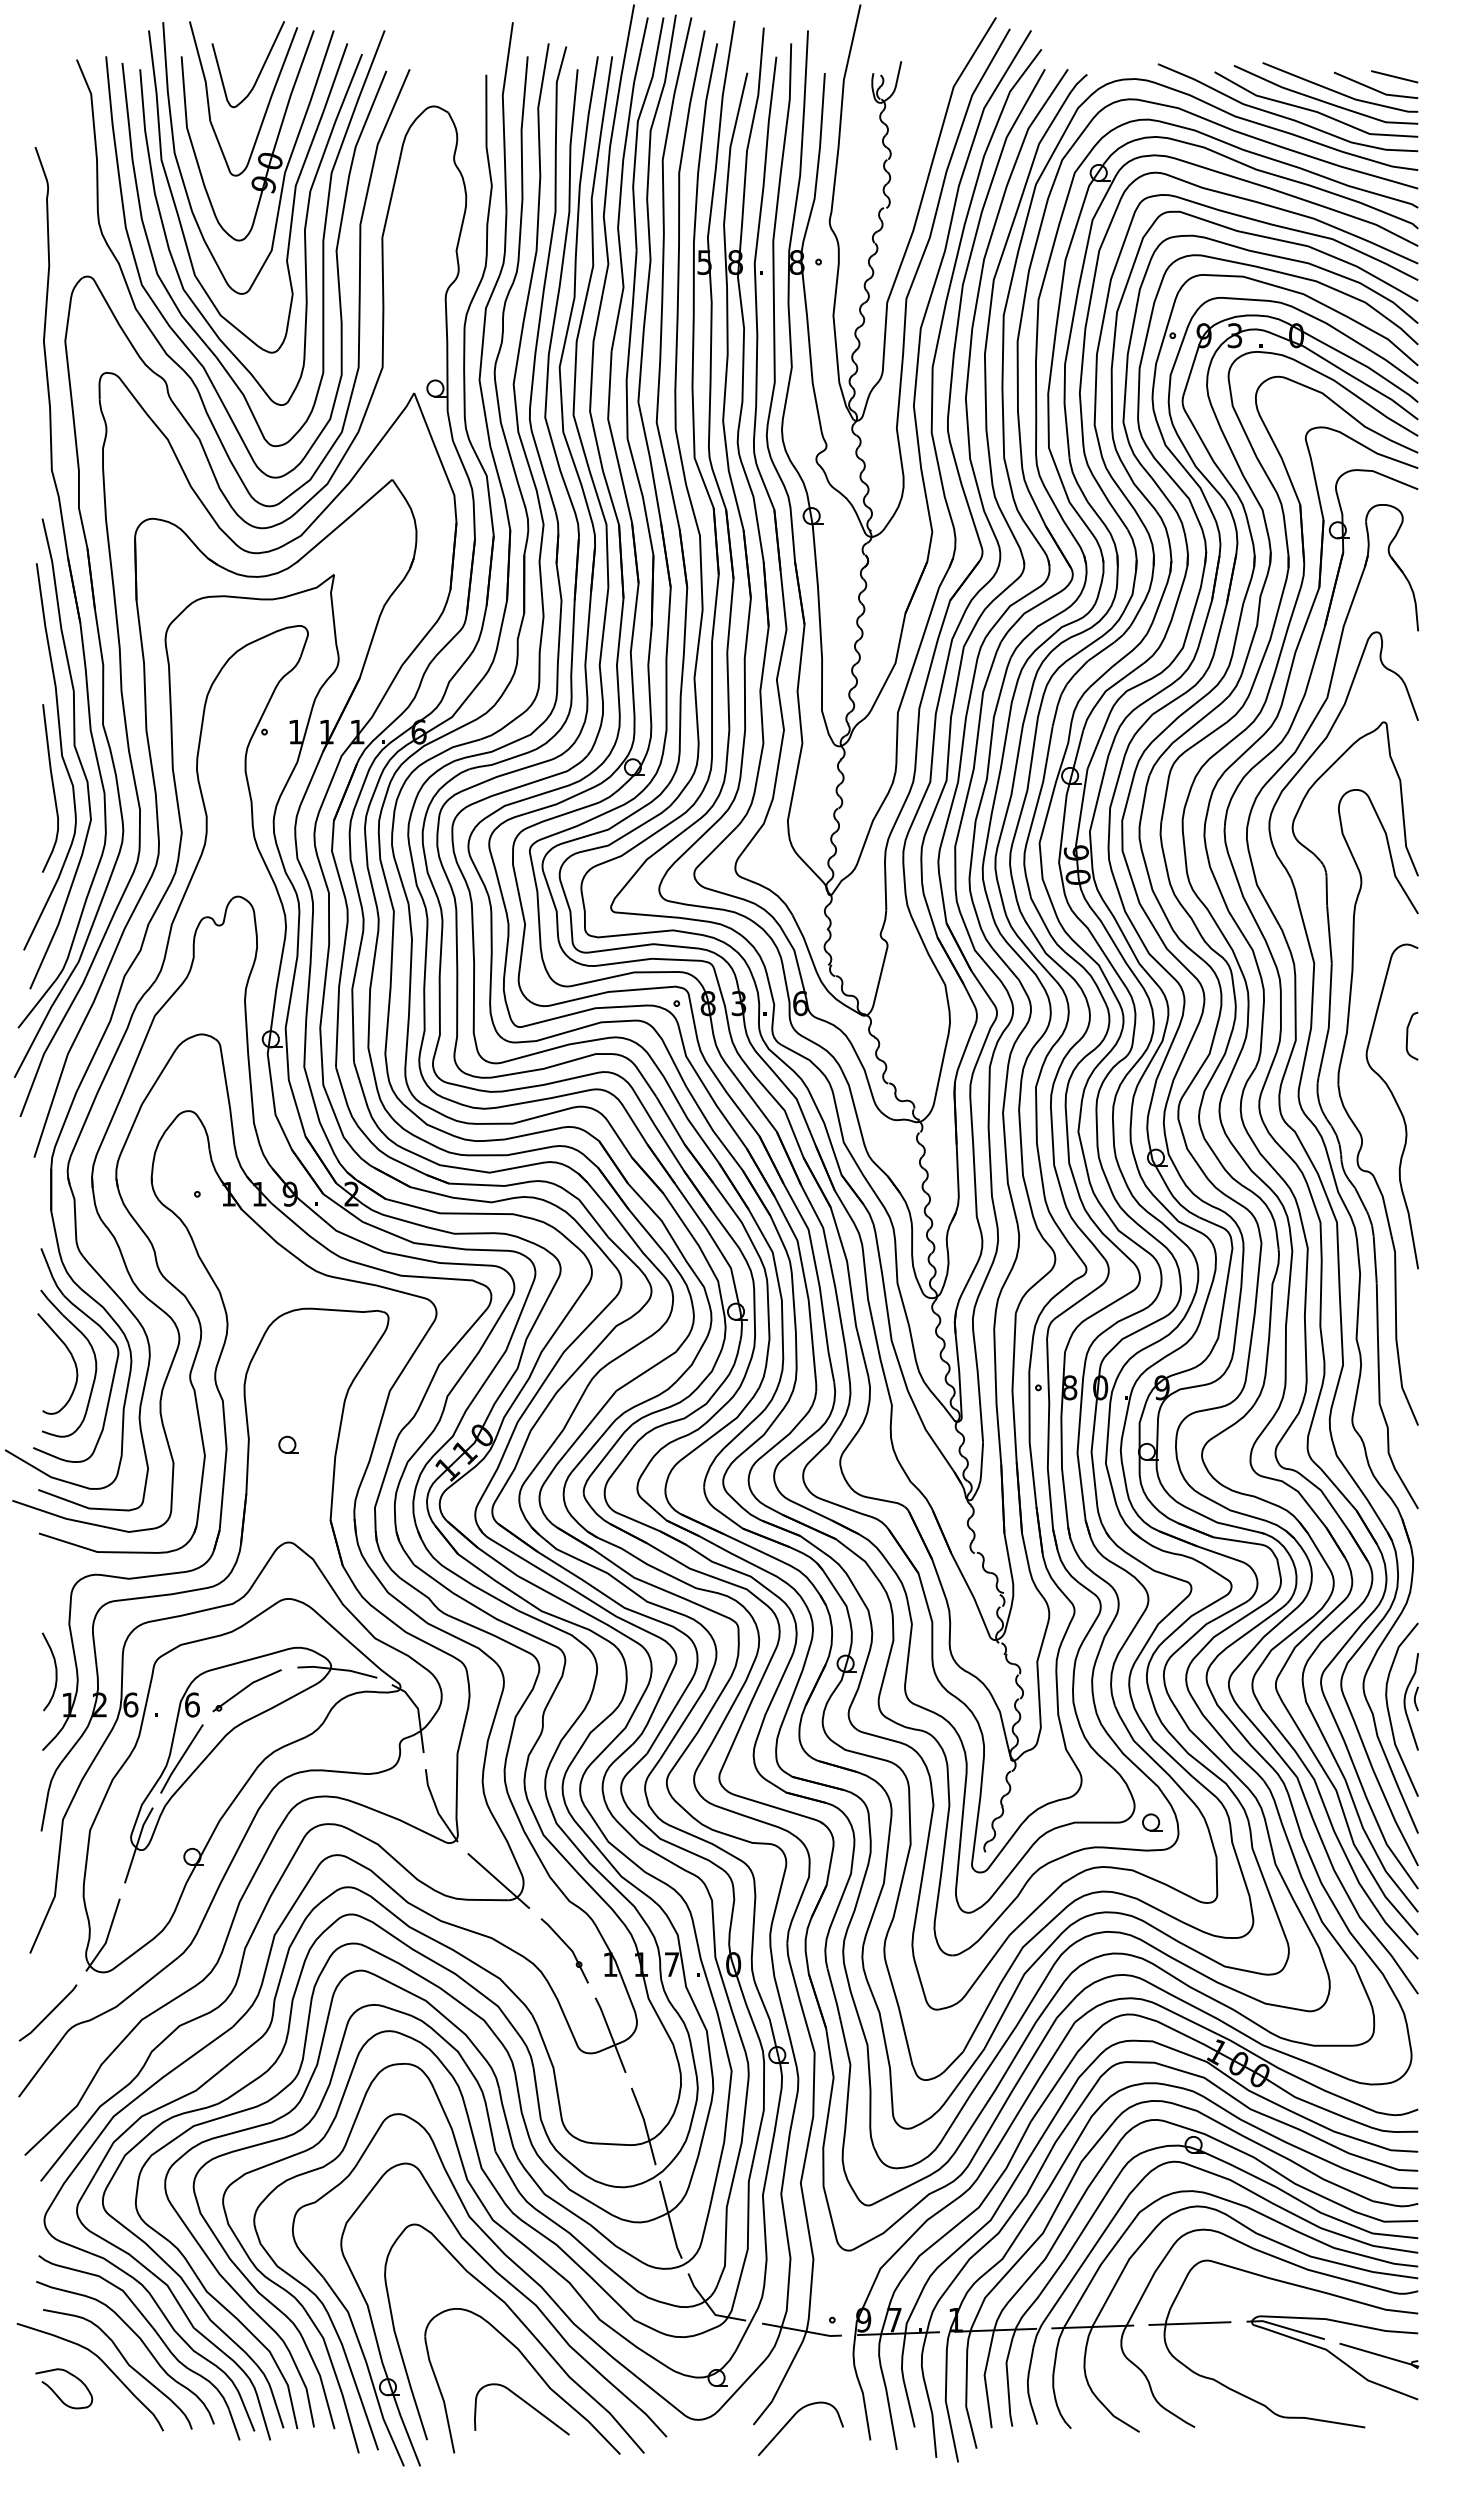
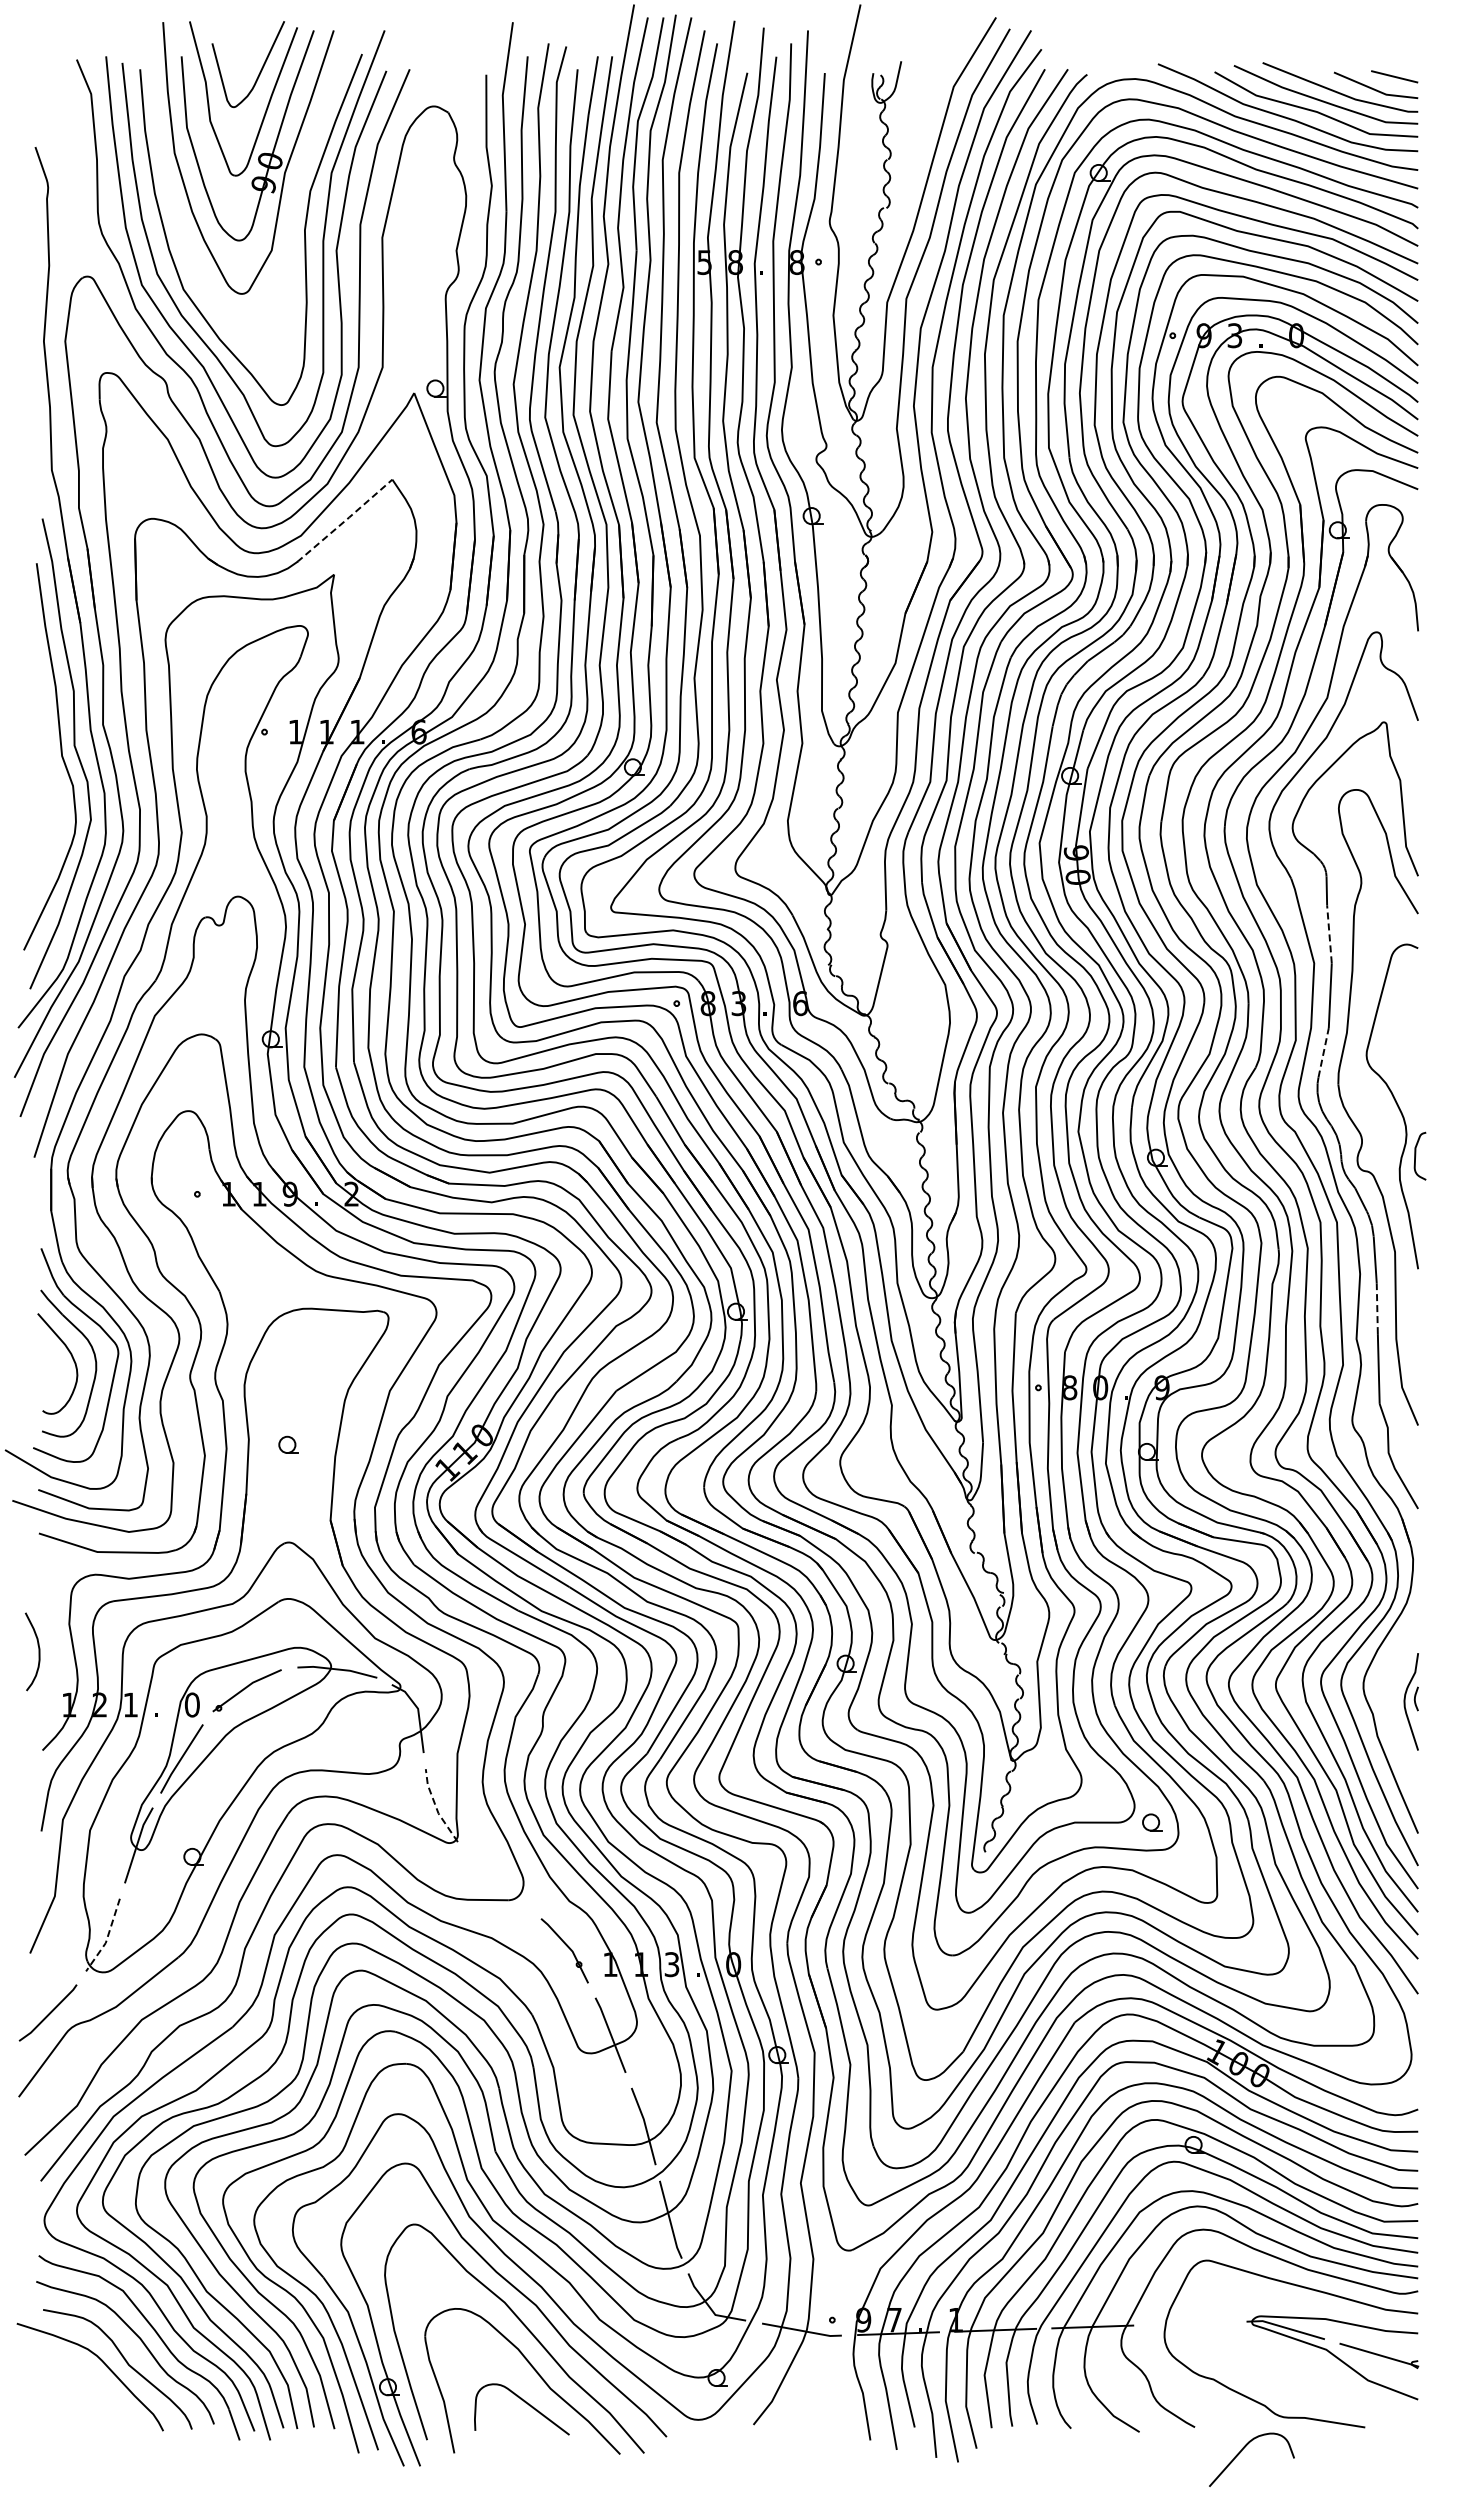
part at (293, 194): present -> none
line at (344, 521): solid -> dashed
curve at (52, 788): present -> none
line at (1329, 933): solid -> dashed
curve at (1408, 1035) position: (1408, 1035) -> (1416, 1155)
line at (1323, 1052): solid -> dashed
line at (1377, 1308): solid -> dashed
curve at (55, 1671) position: (55, 1671) -> (38, 1651)
text at (130, 1704): 6 -> 1
text at (191, 1704): 6 -> 0
curve at (1389, 1710): present -> none
line at (436, 1807): solid -> dashed
line at (498, 1880): present -> none
line at (107, 1938): solid -> dashed
text at (671, 1964): 7 -> 3
line at (1189, 2323): present -> none
part at (57, 2394): present -> none
curve at (790, 2421) position: (790, 2421) -> (1241, 2452)
